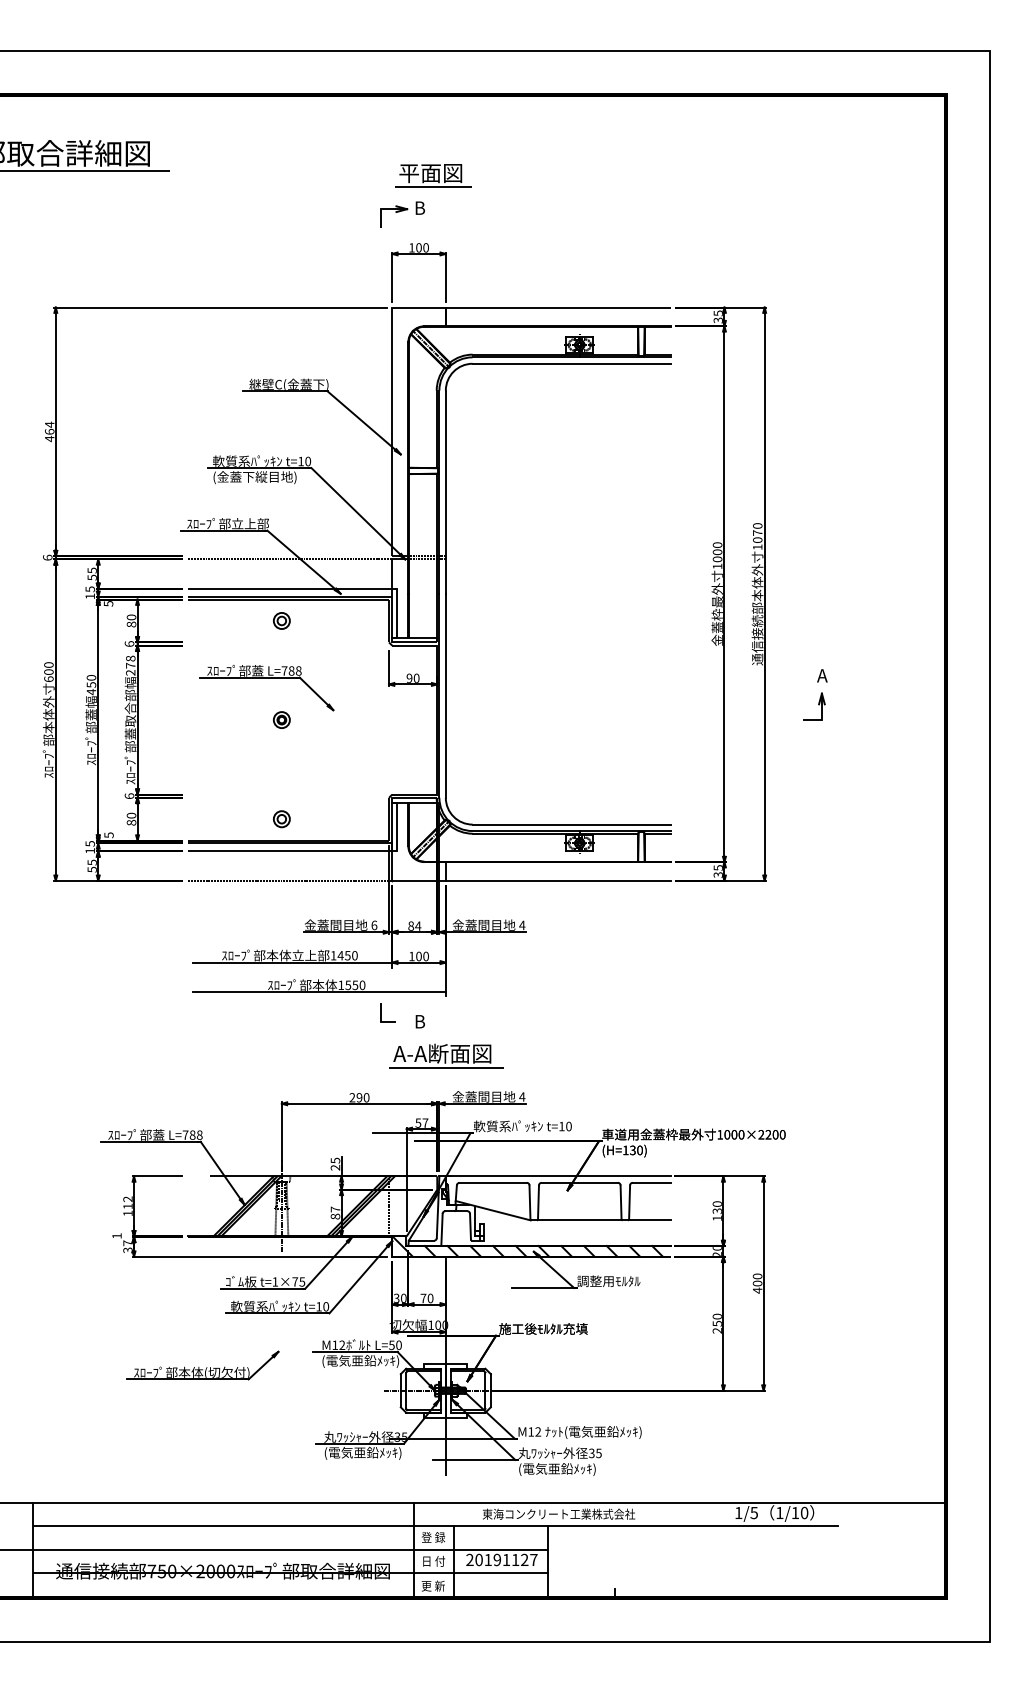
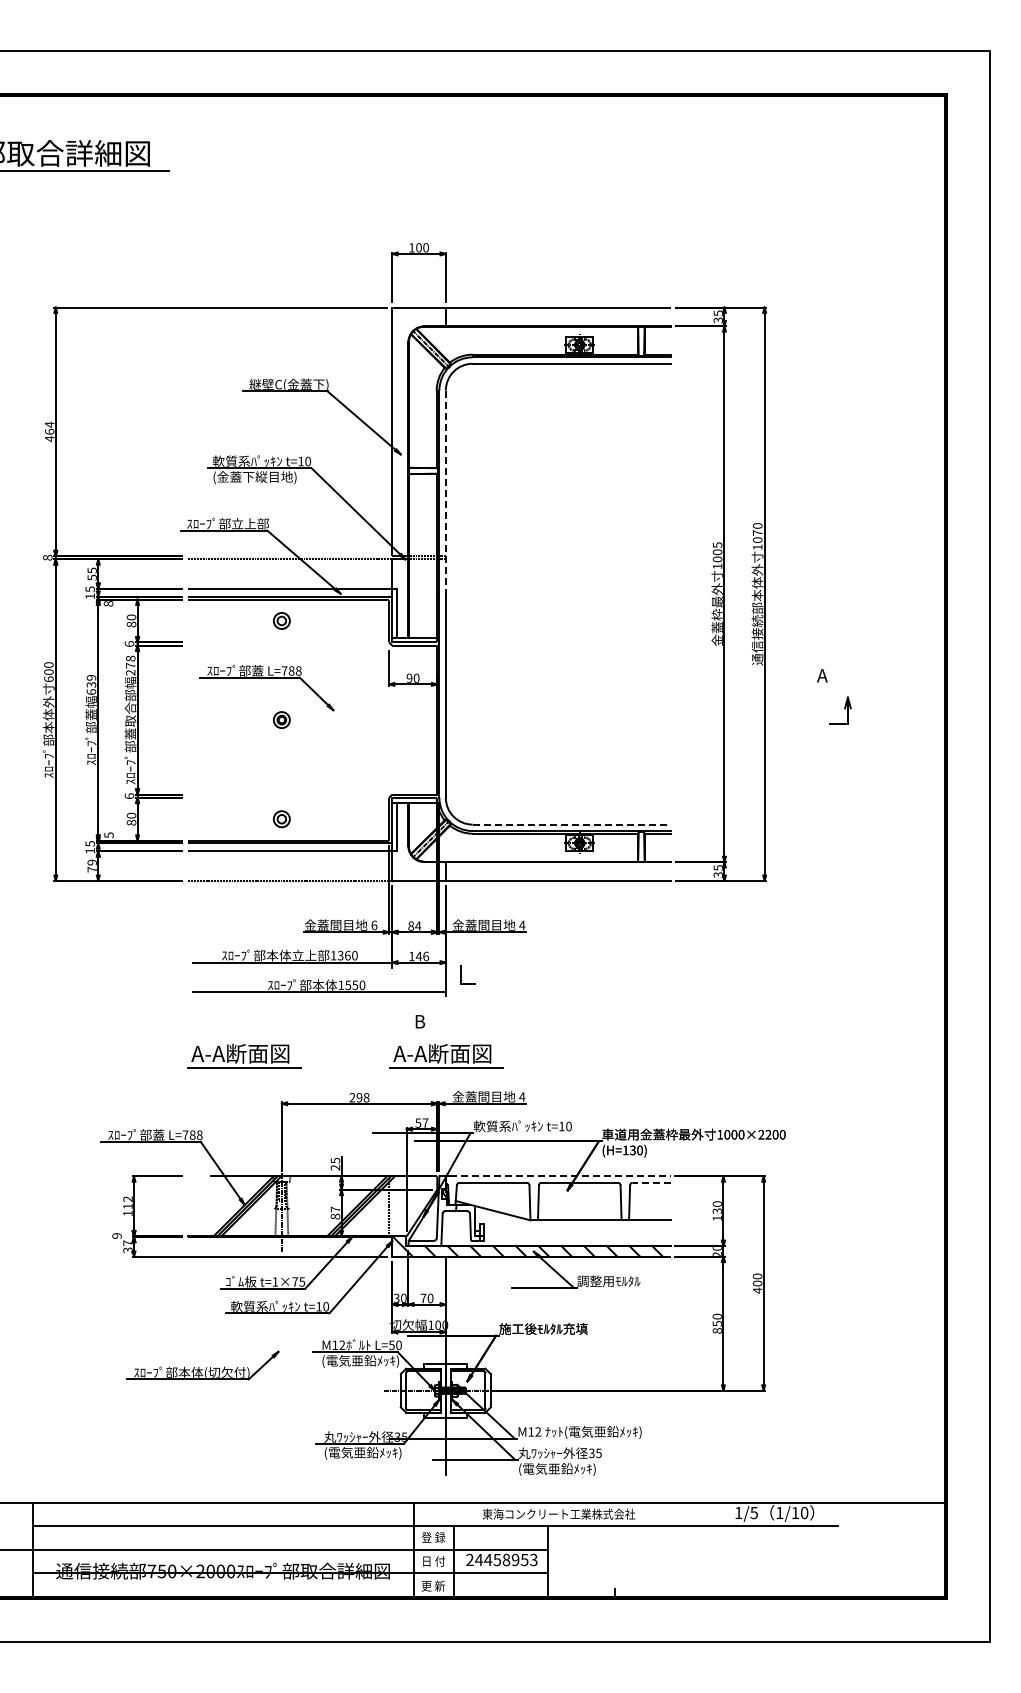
part at (433, 175): present -> none
part at (402, 214): present -> none
line at (445, 492): solid -> dashed
text at (717, 545): 1000 -> 1005
text at (47, 557): 6 -> 8
text at (108, 603): 5 -> 8
text at (91, 685): 450 -> 639
part at (814, 706) position: (814, 706) -> (840, 710)
line at (572, 824): solid -> dashed
text at (91, 865): 55 -> 79
text at (343, 955): 1450 -> 1360
text at (422, 956): 100 -> 146
line at (381, 1012) position: (381, 1012) -> (461, 974)
part at (244, 1055): none -> present
text at (366, 1097): 290 -> 298
line at (555, 1176): solid -> dashed
line at (651, 1182): solid -> dashed
text at (116, 1235): 1 -> 9
text at (717, 1330): 250 -> 850
text at (506, 1559): 20191127 -> 24458953
